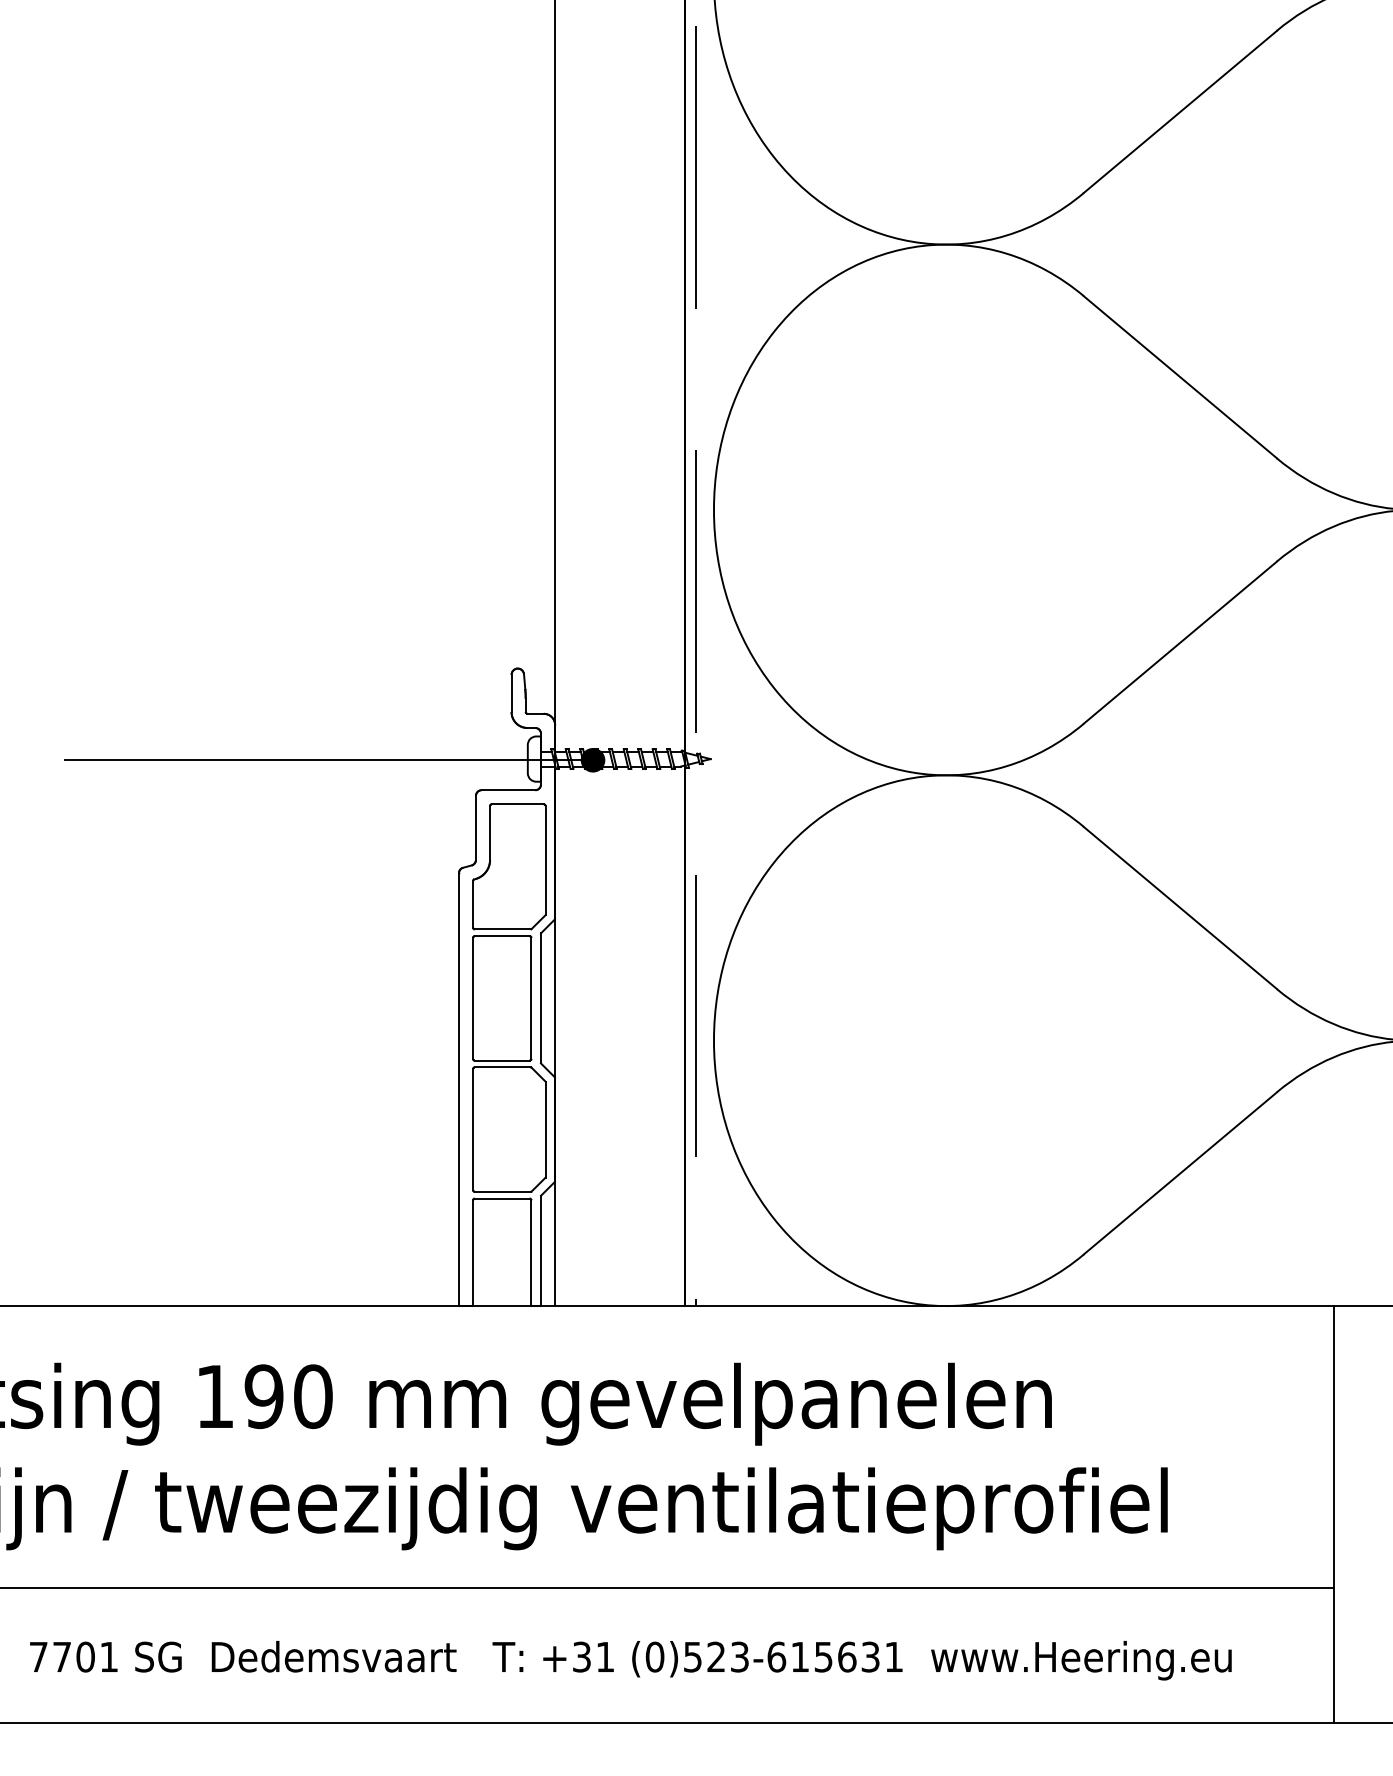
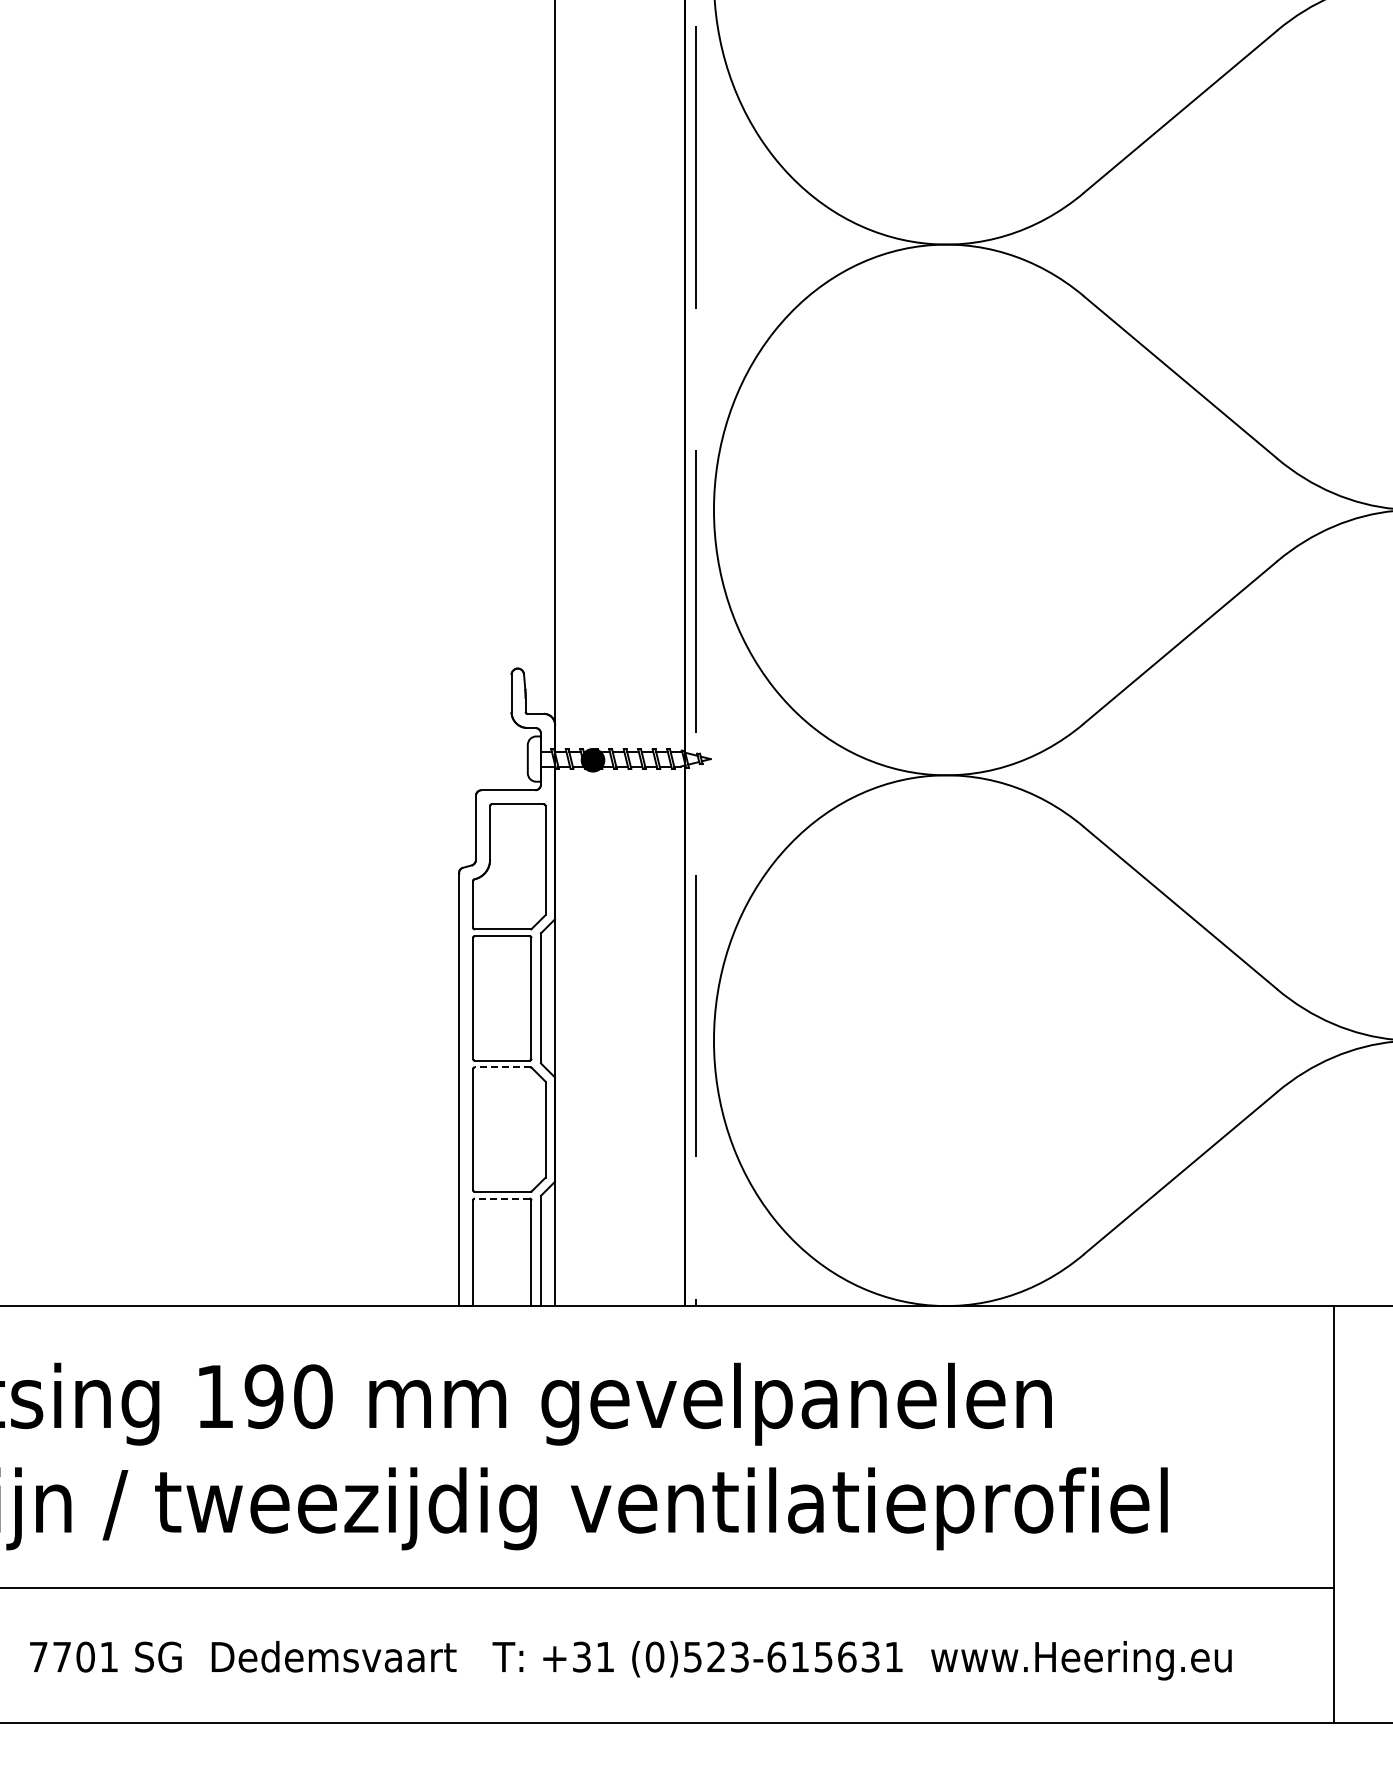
line at (329, 760): present -> none
line at (502, 1067): solid -> dashed
line at (501, 1198): solid -> dashed
